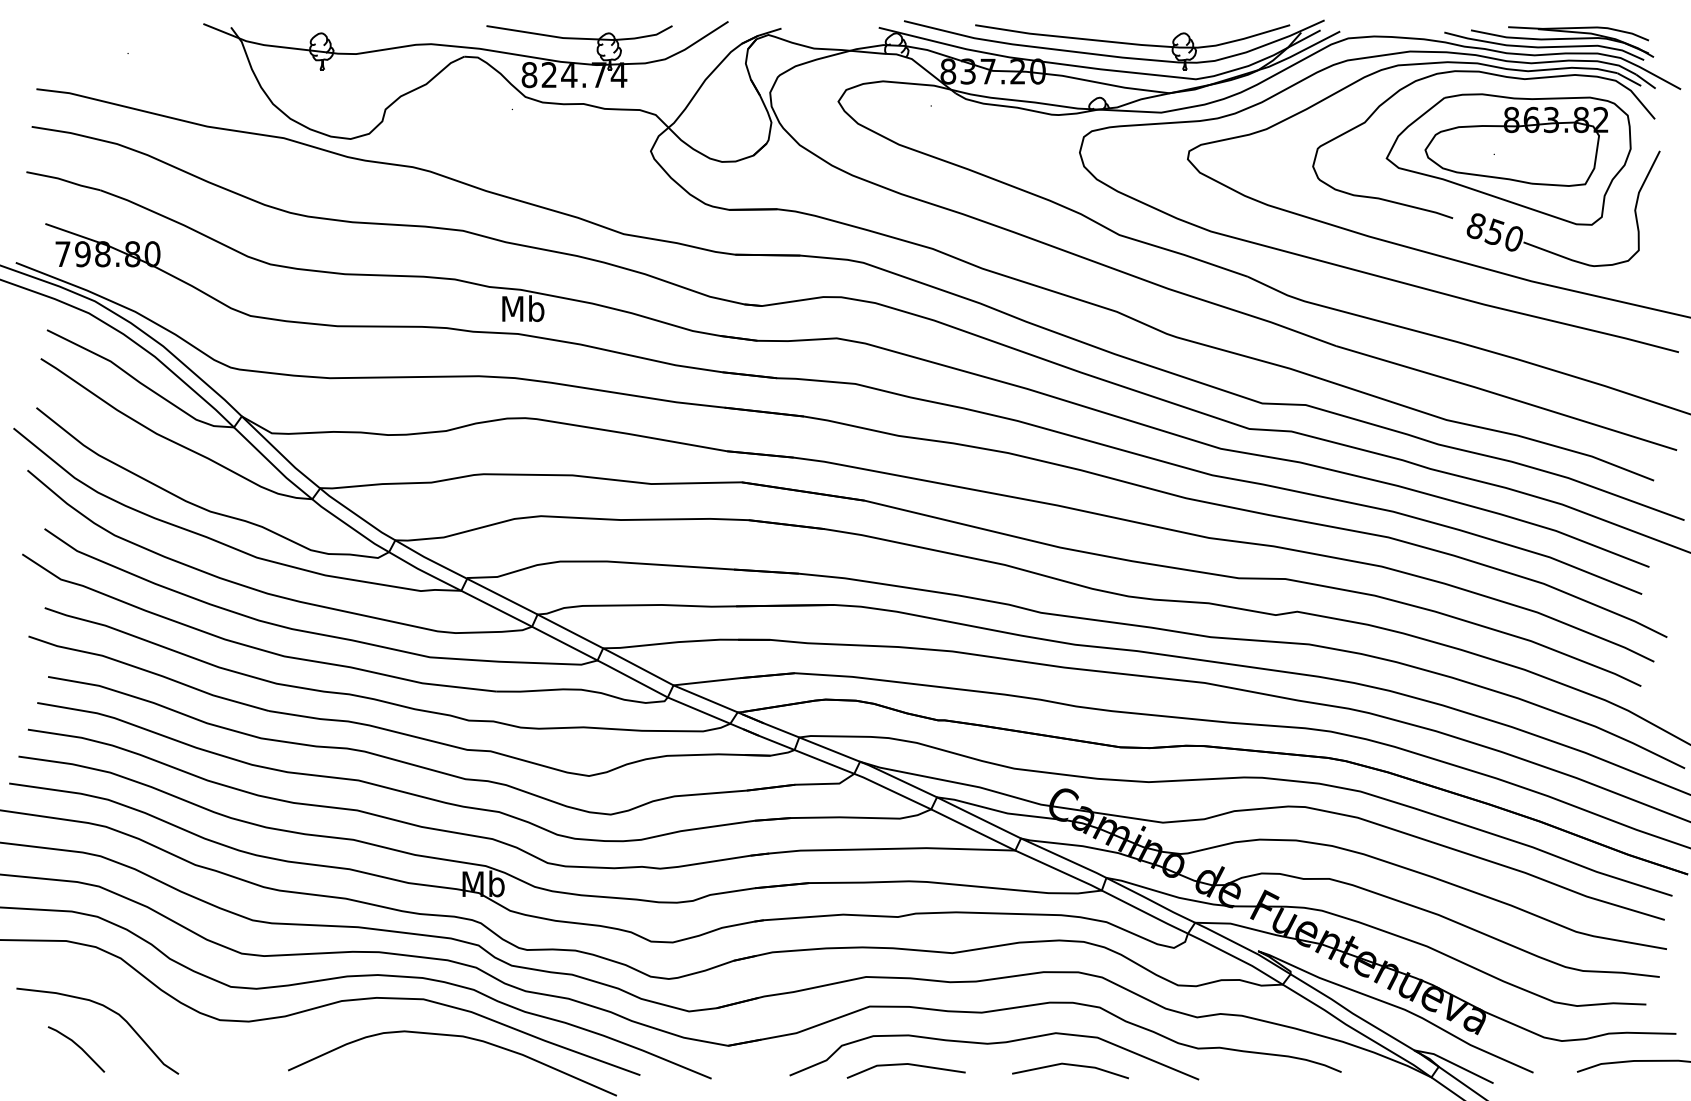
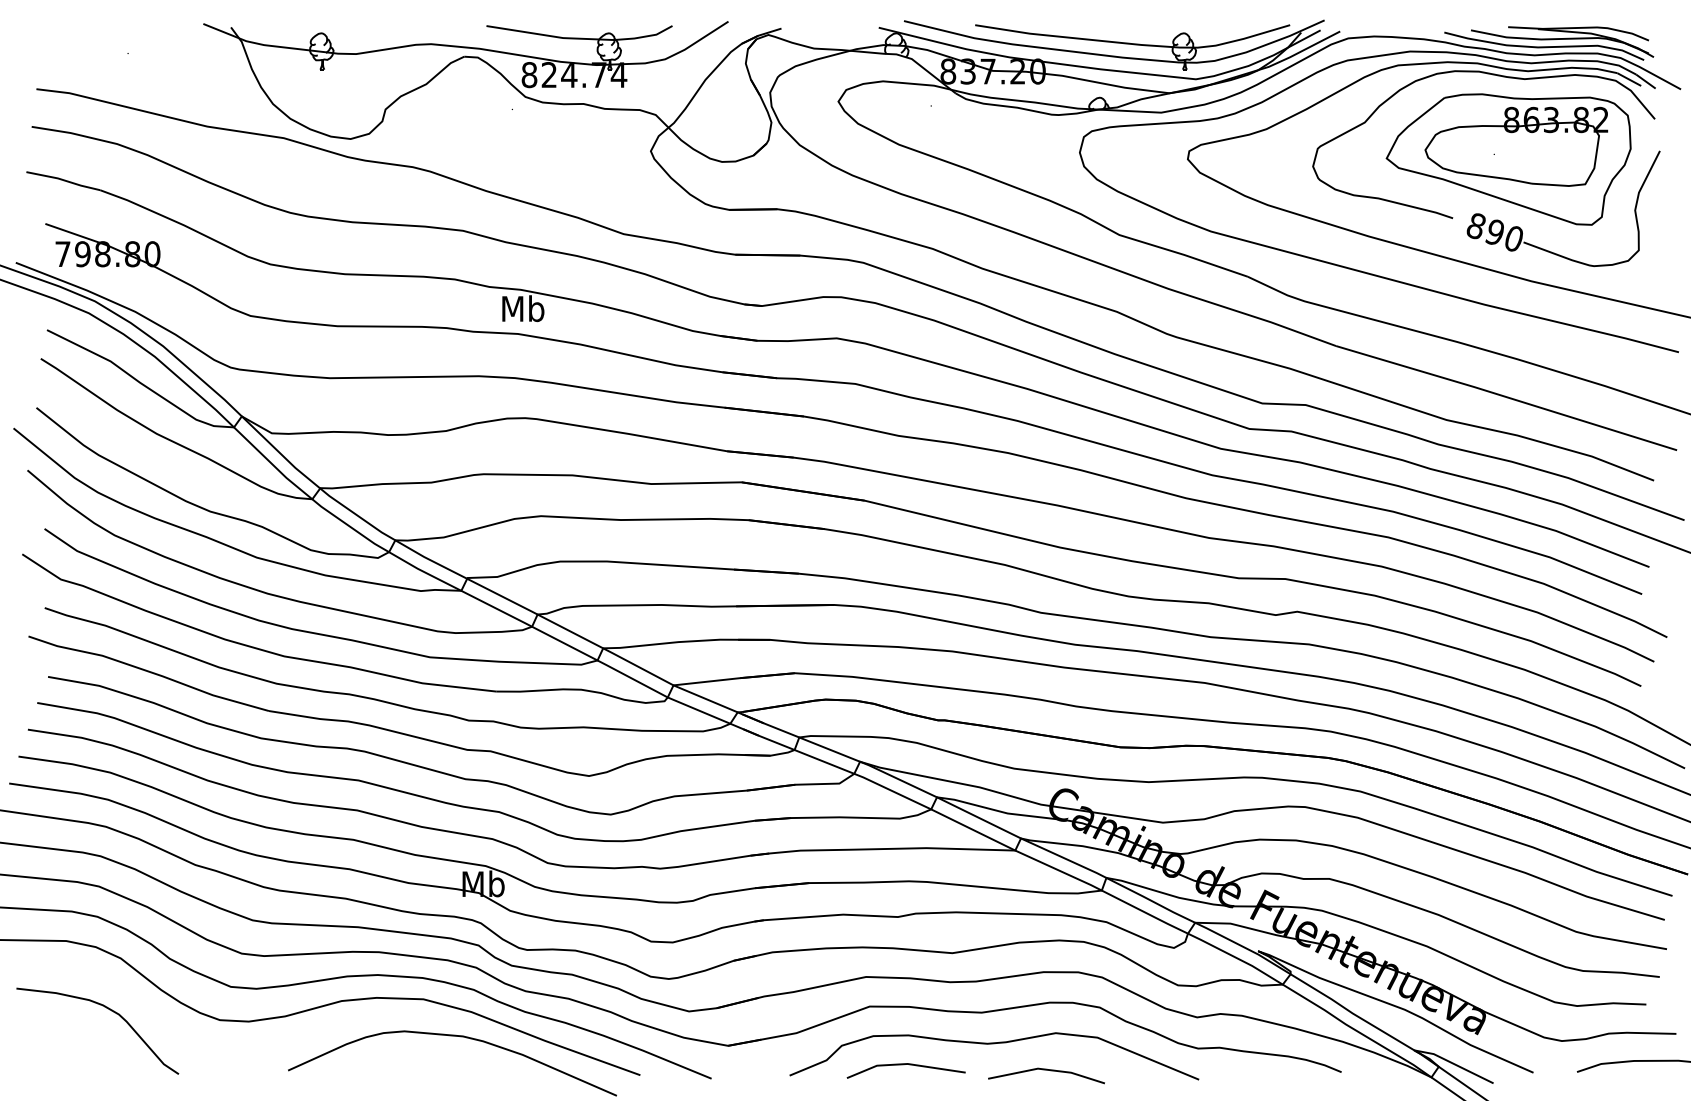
text at (1494, 231): 850 -> 890
line at (78, 1047): present -> none
line at (1070, 1065) position: (1070, 1065) -> (1046, 1070)
